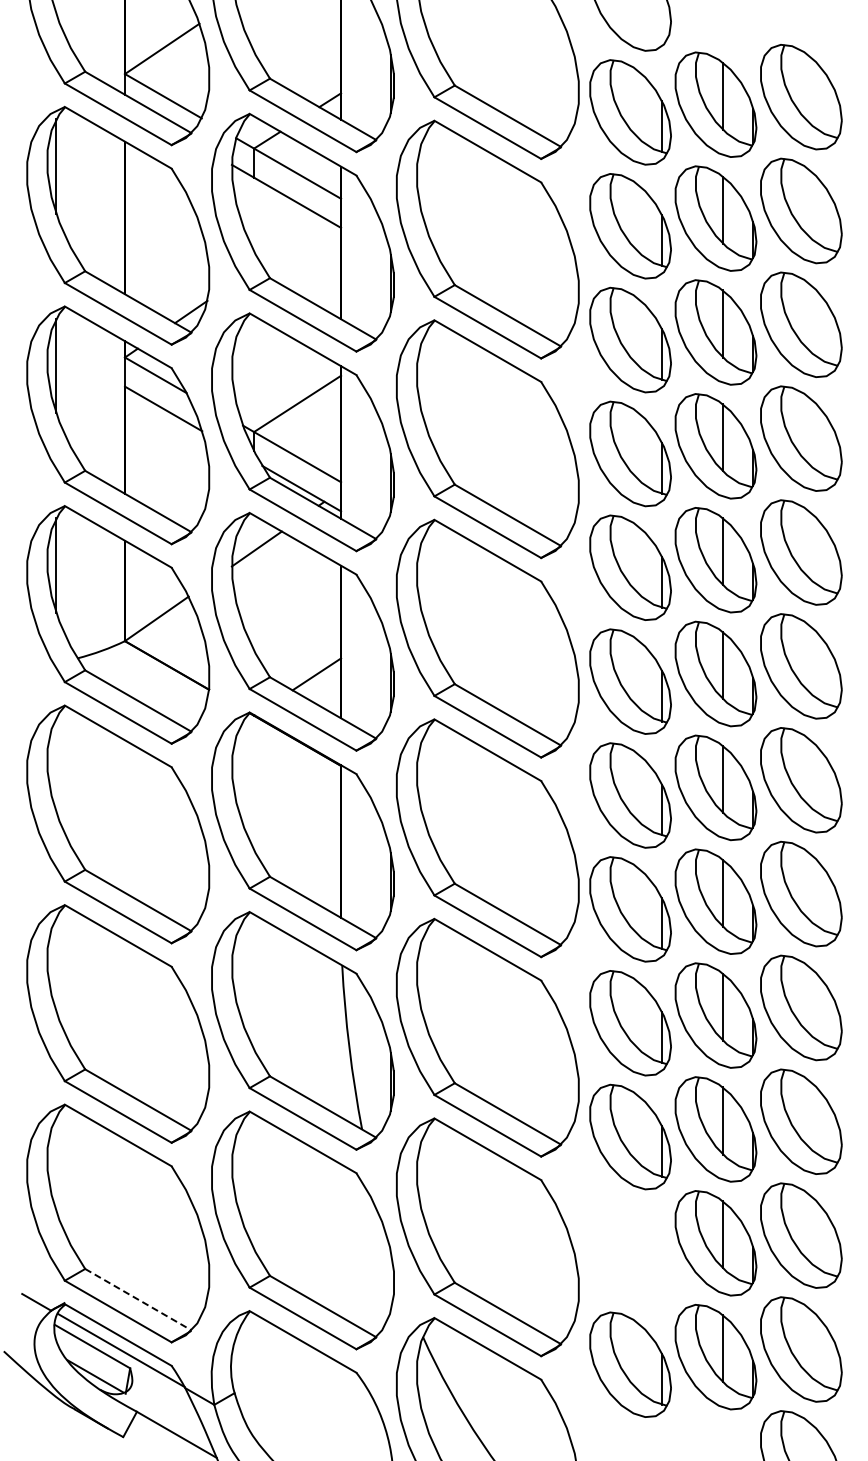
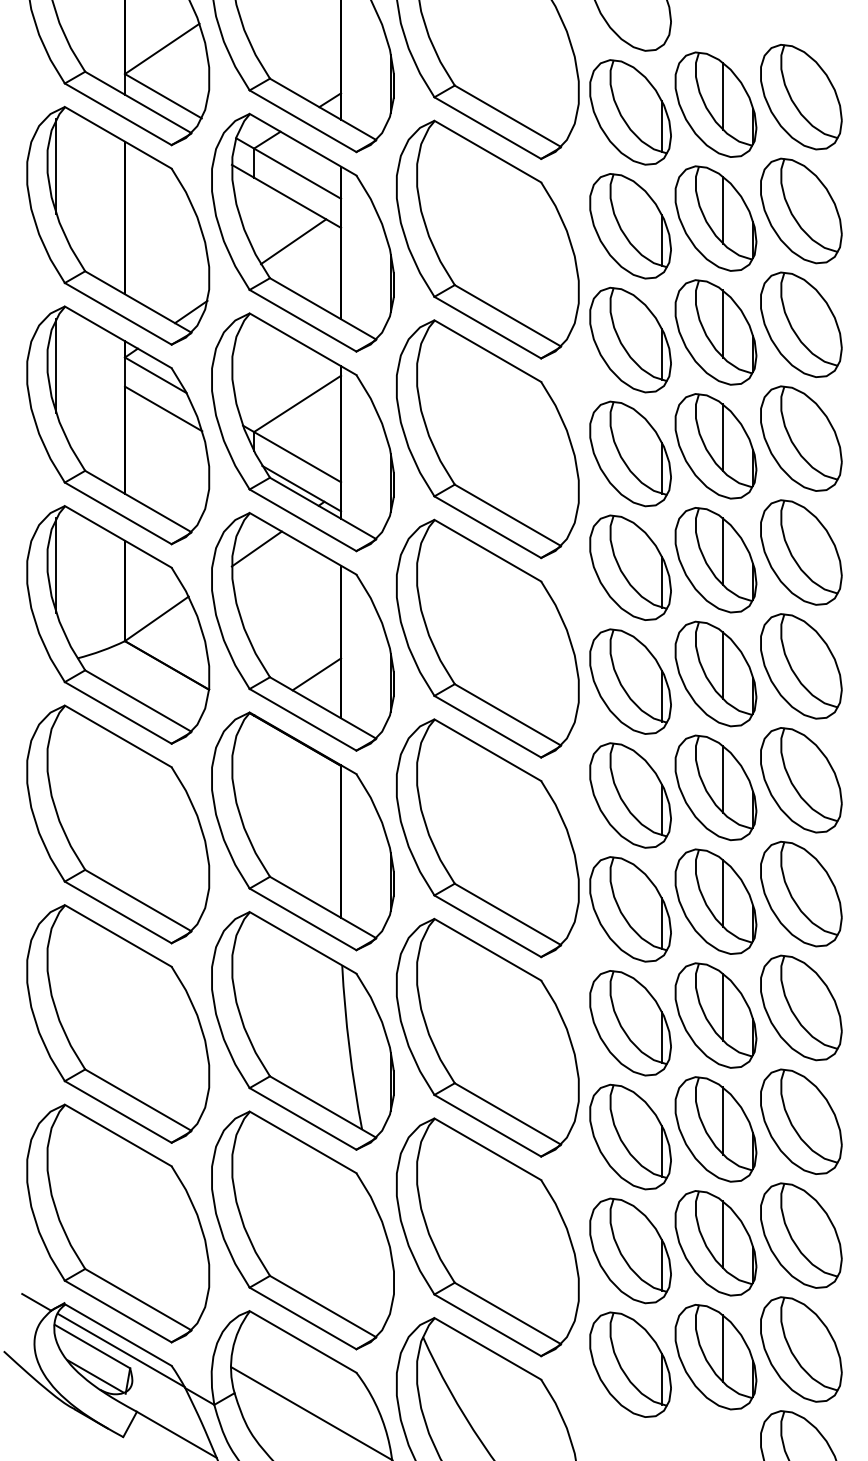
line at (293, 241): none -> present
part at (630, 1250): none -> present
line at (138, 1299): dashed -> solid
line at (309, 1412): none -> present
